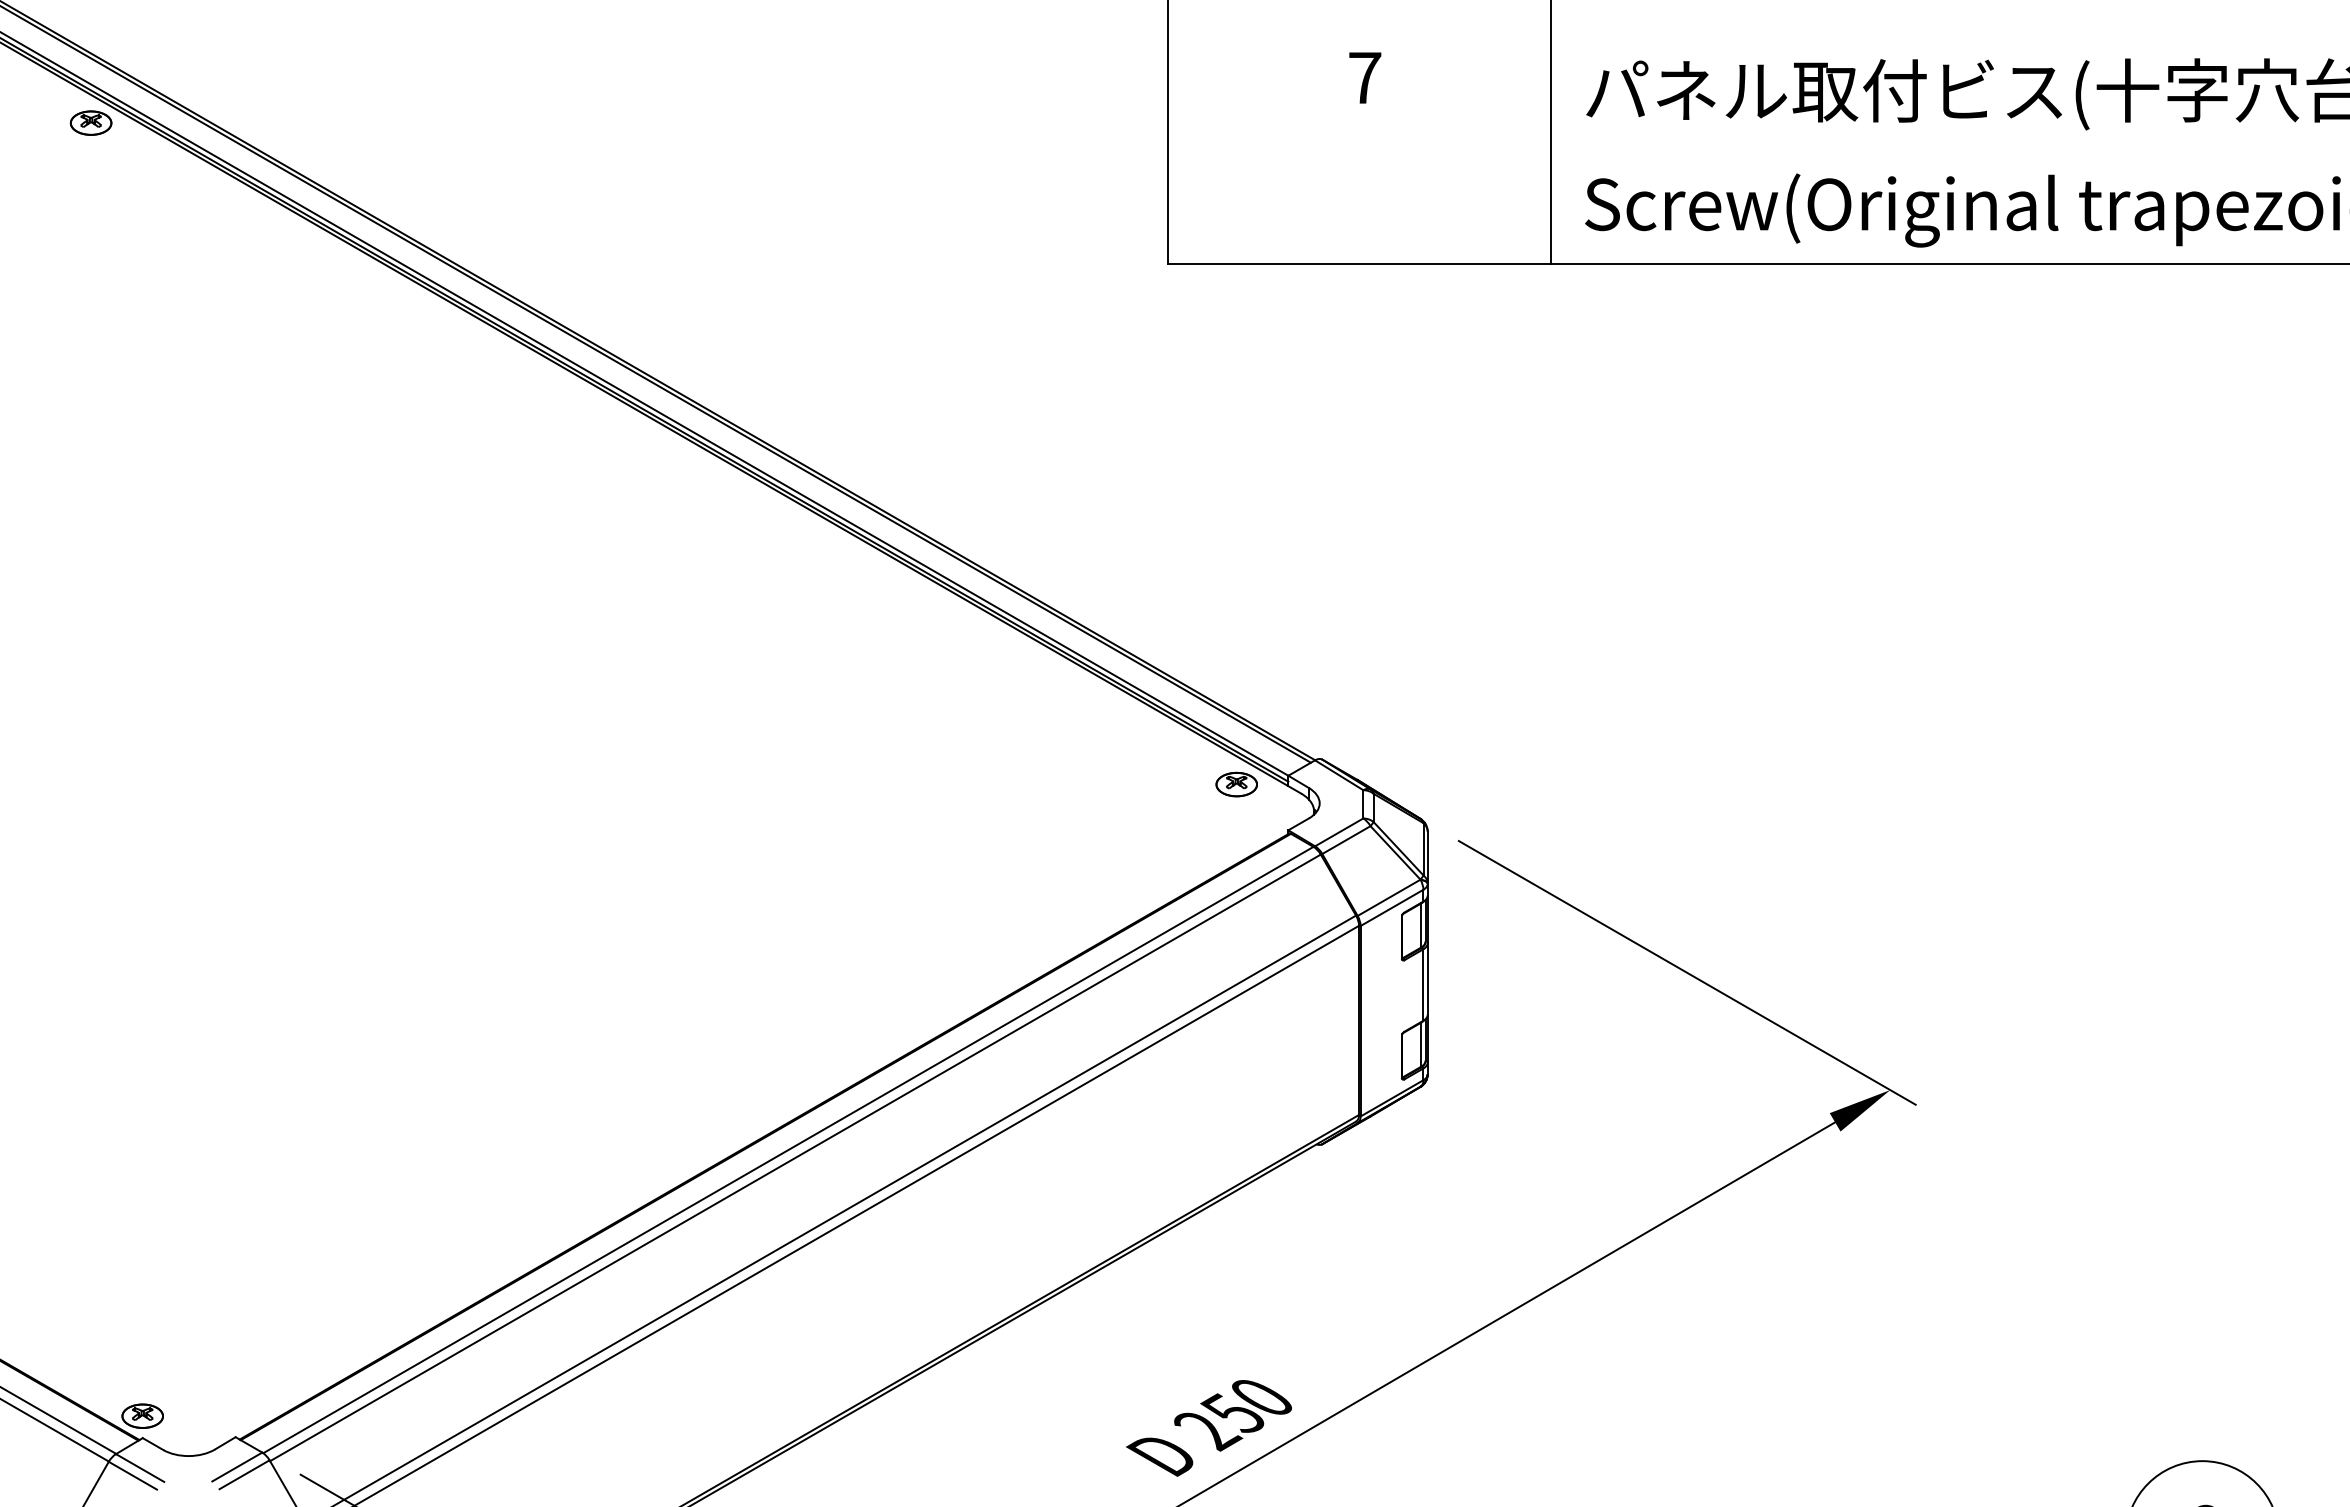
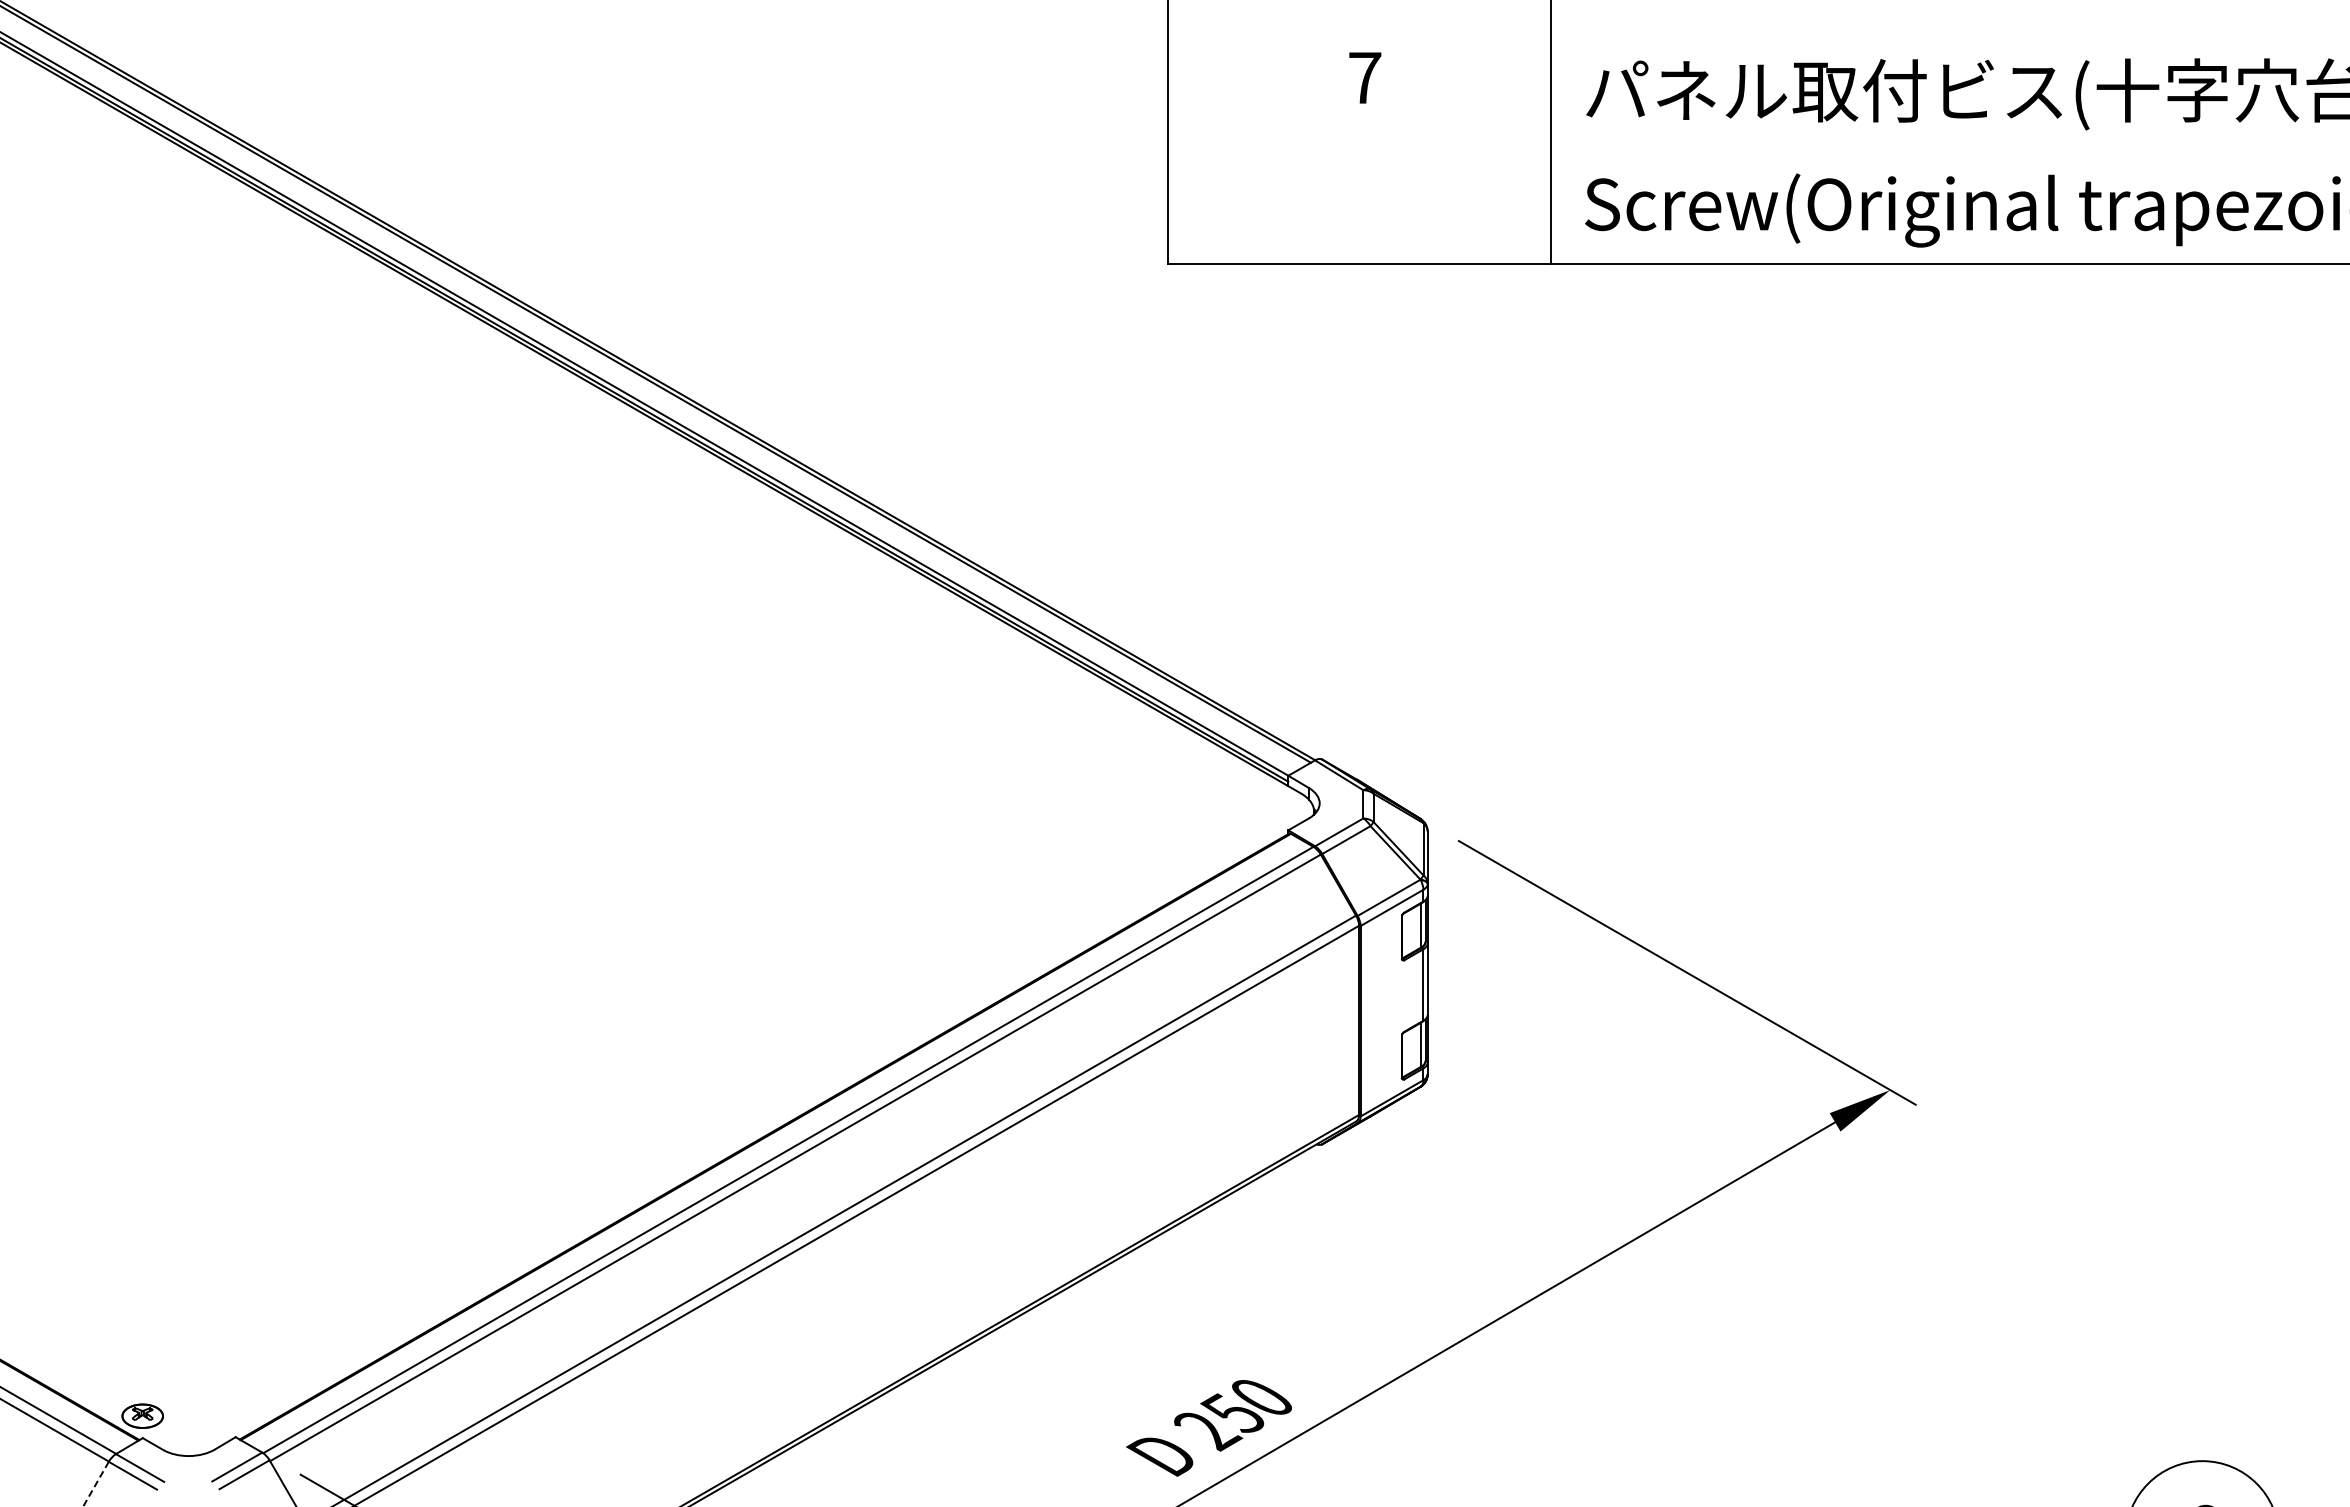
part at (90, 122): present -> none
part at (1236, 784): present -> none
line at (96, 1484): solid -> dashed
